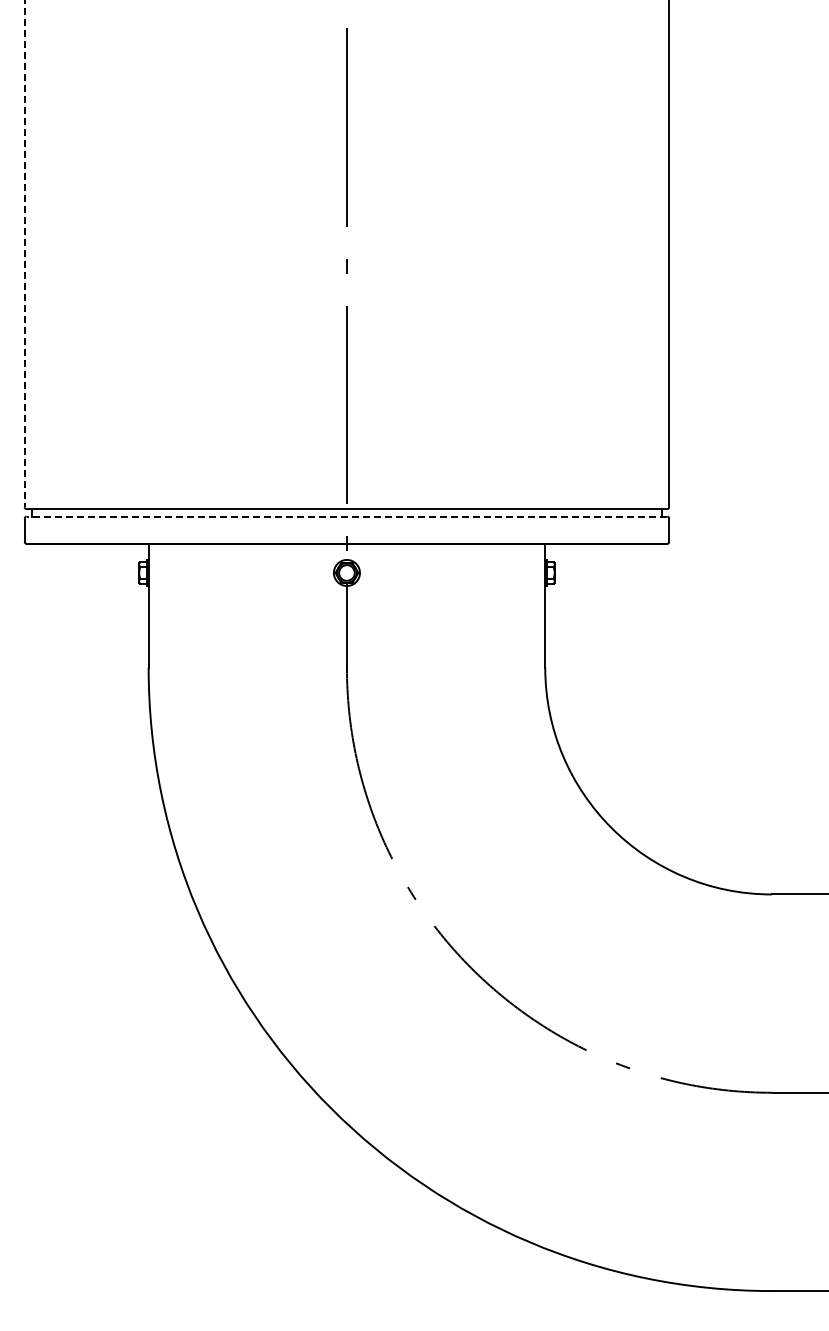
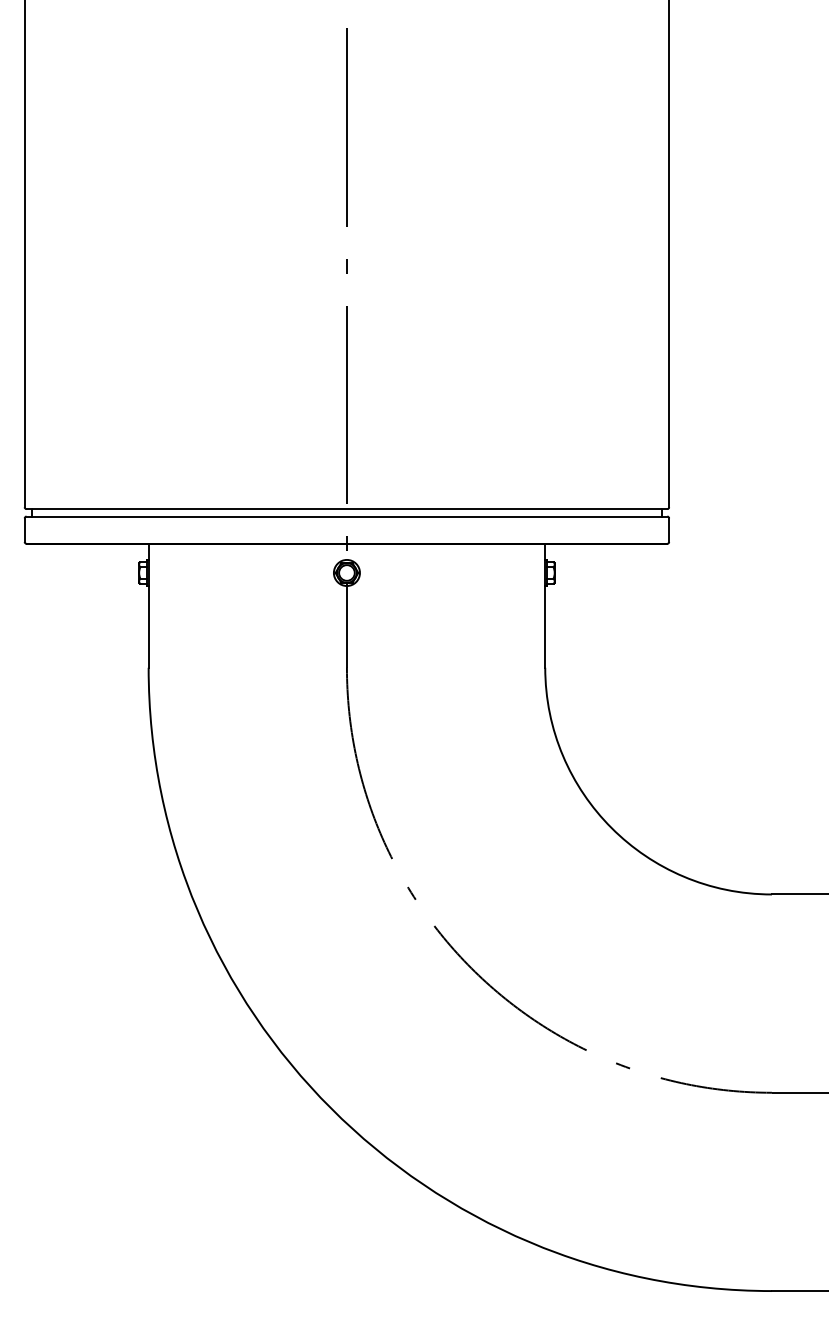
line at (24, 254): dashed -> solid
line at (346, 516): dashed -> solid
